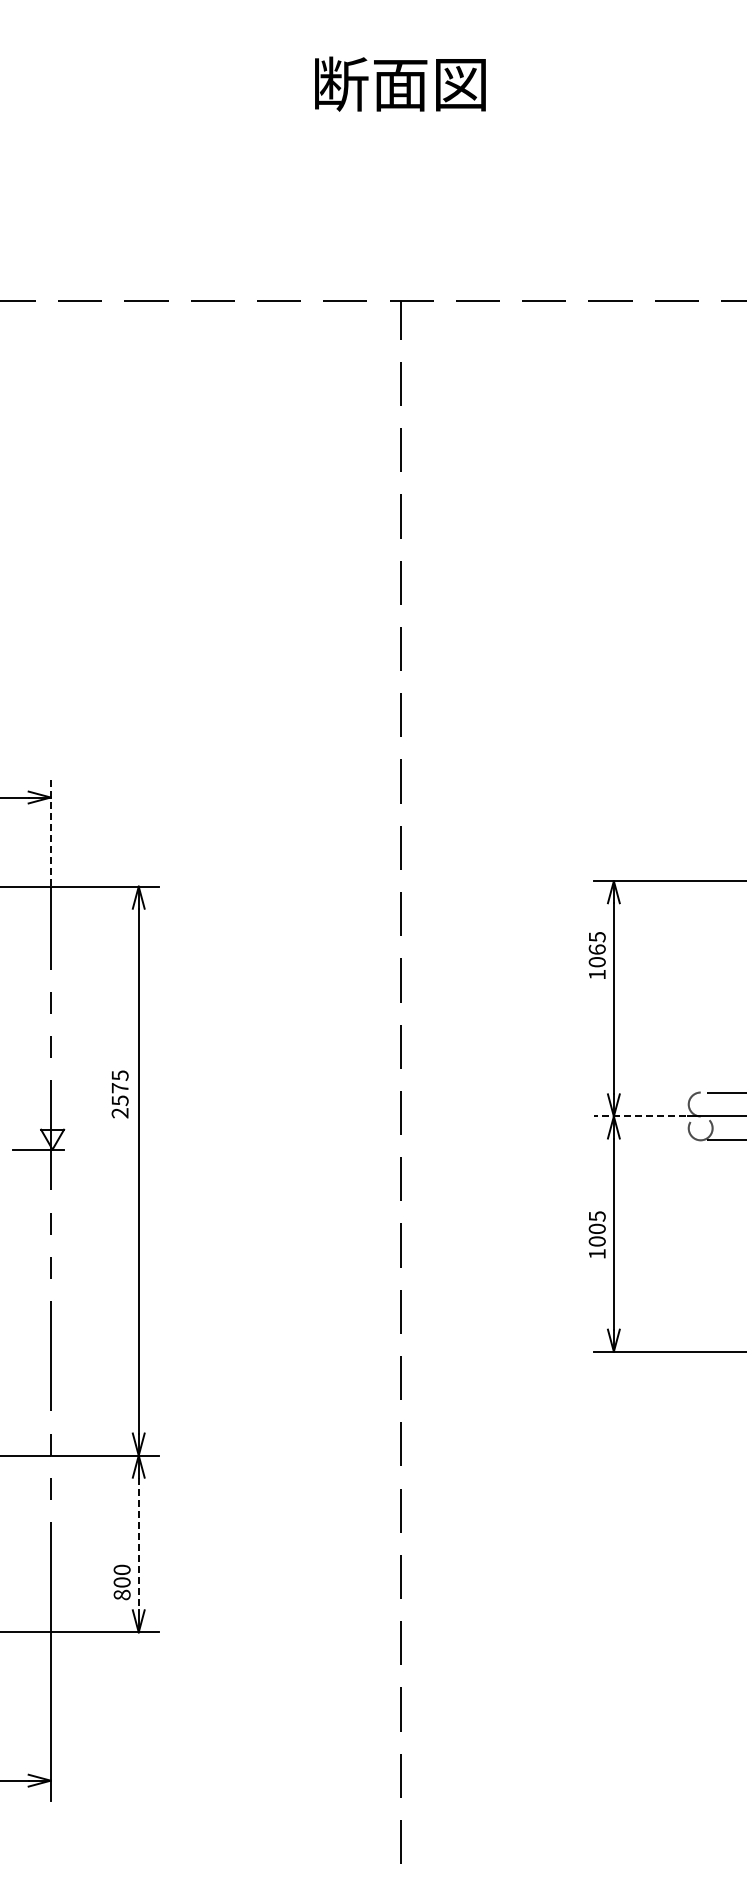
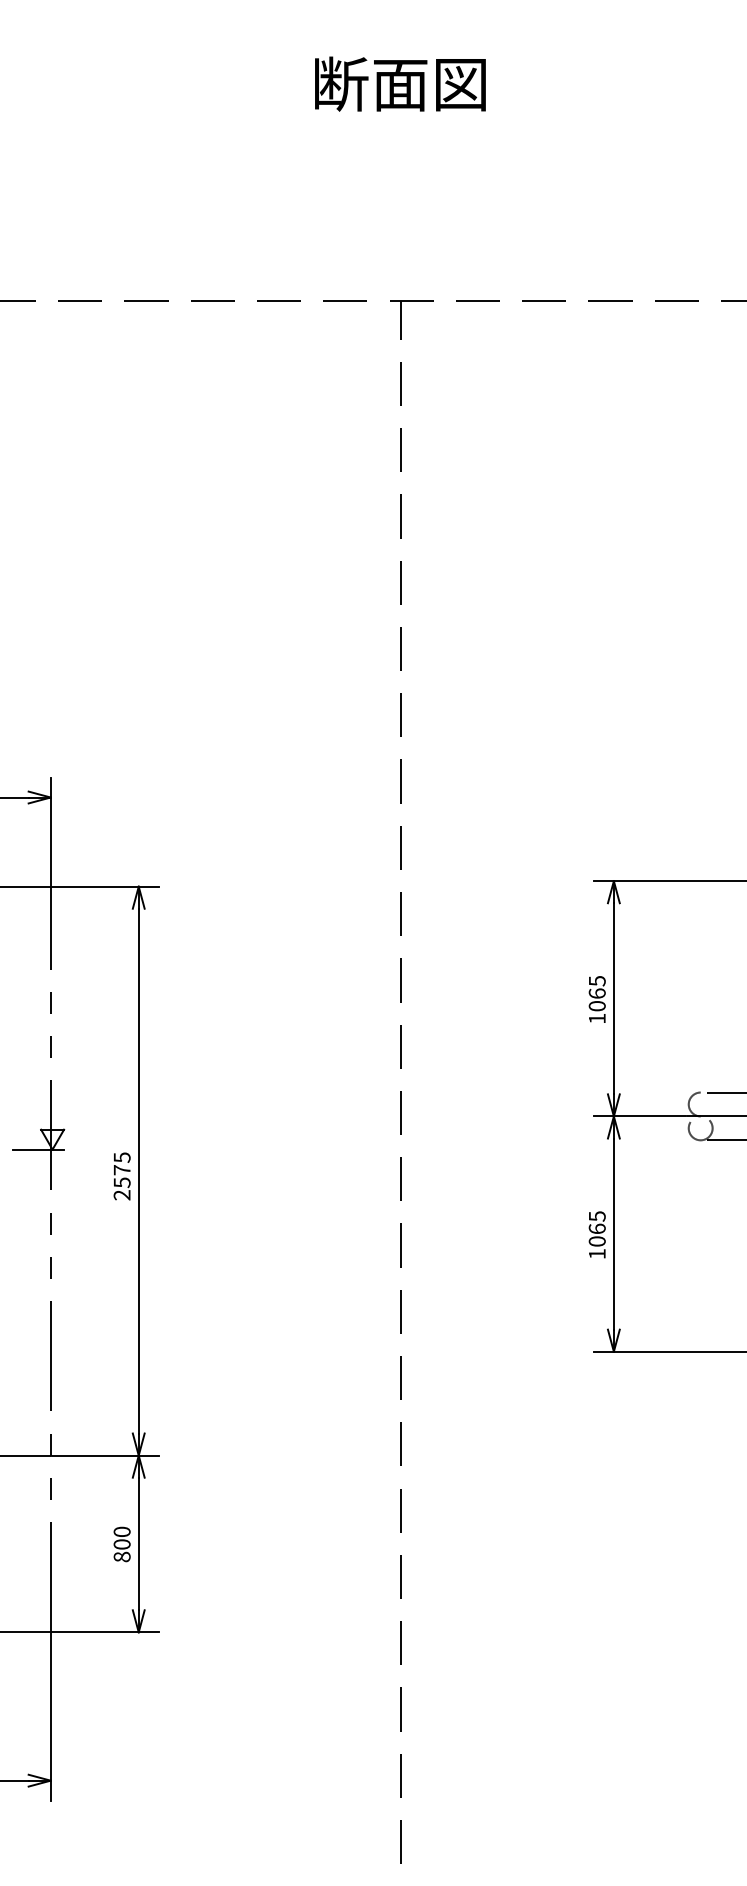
line at (50, 831): dashed -> solid
text at (596, 955) position: (596, 955) -> (596, 999)
text at (119, 1094) position: (119, 1094) -> (121, 1176)
line at (639, 1116): dashed -> solid
text at (596, 1228): 1005 -> 1065
line at (138, 1544): dashed -> solid
text at (121, 1582) position: (121, 1582) -> (121, 1544)
